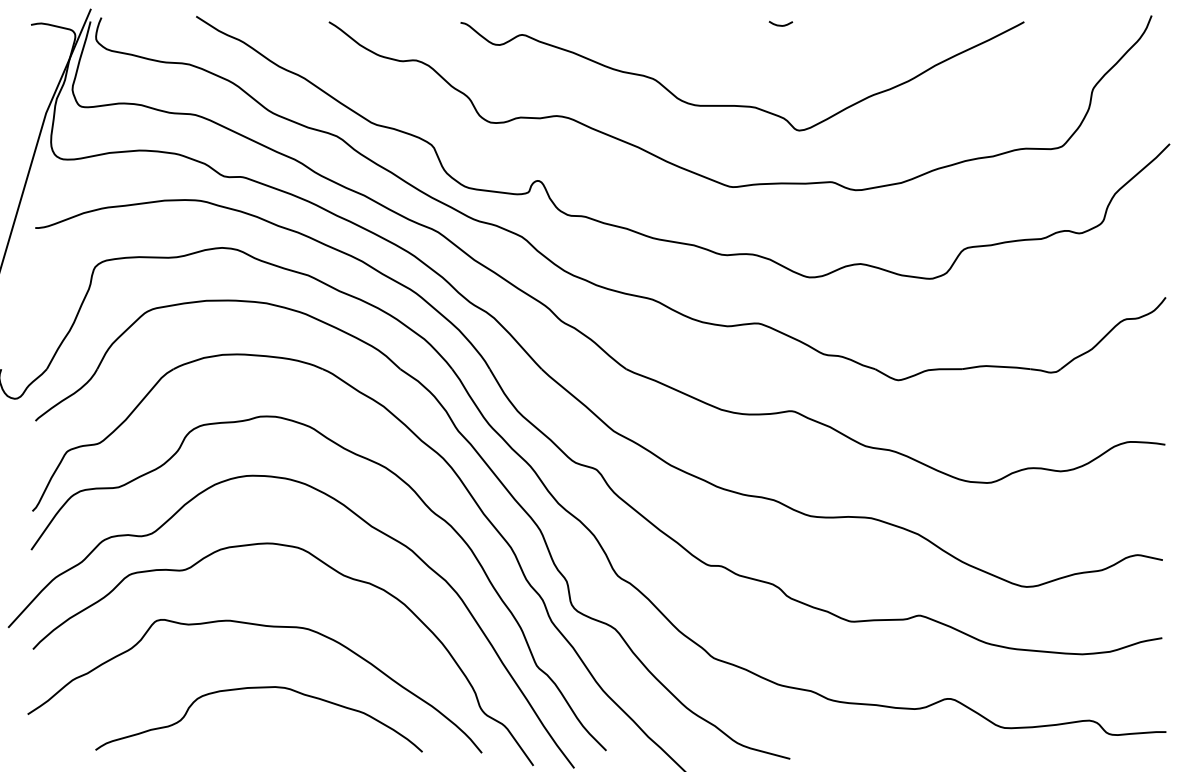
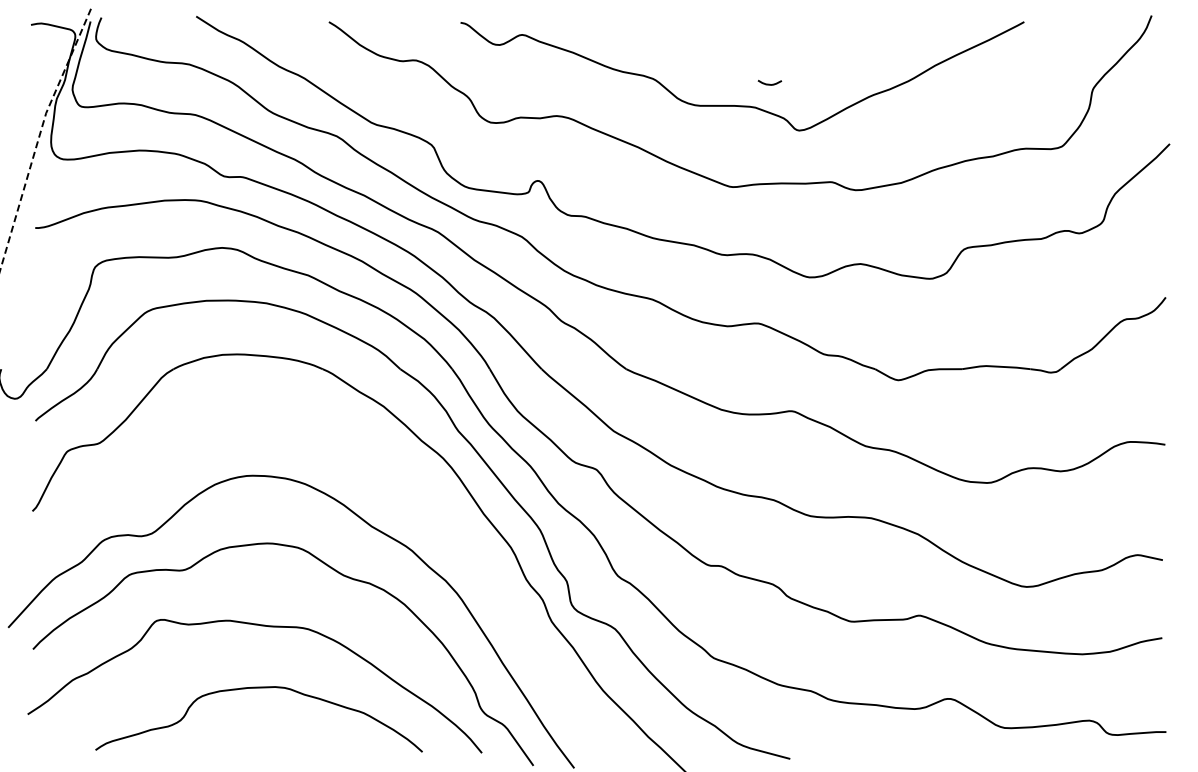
curve at (780, 24) position: (780, 24) -> (769, 83)
line at (39, 136): solid -> dashed
curve at (420, 500): present -> none
